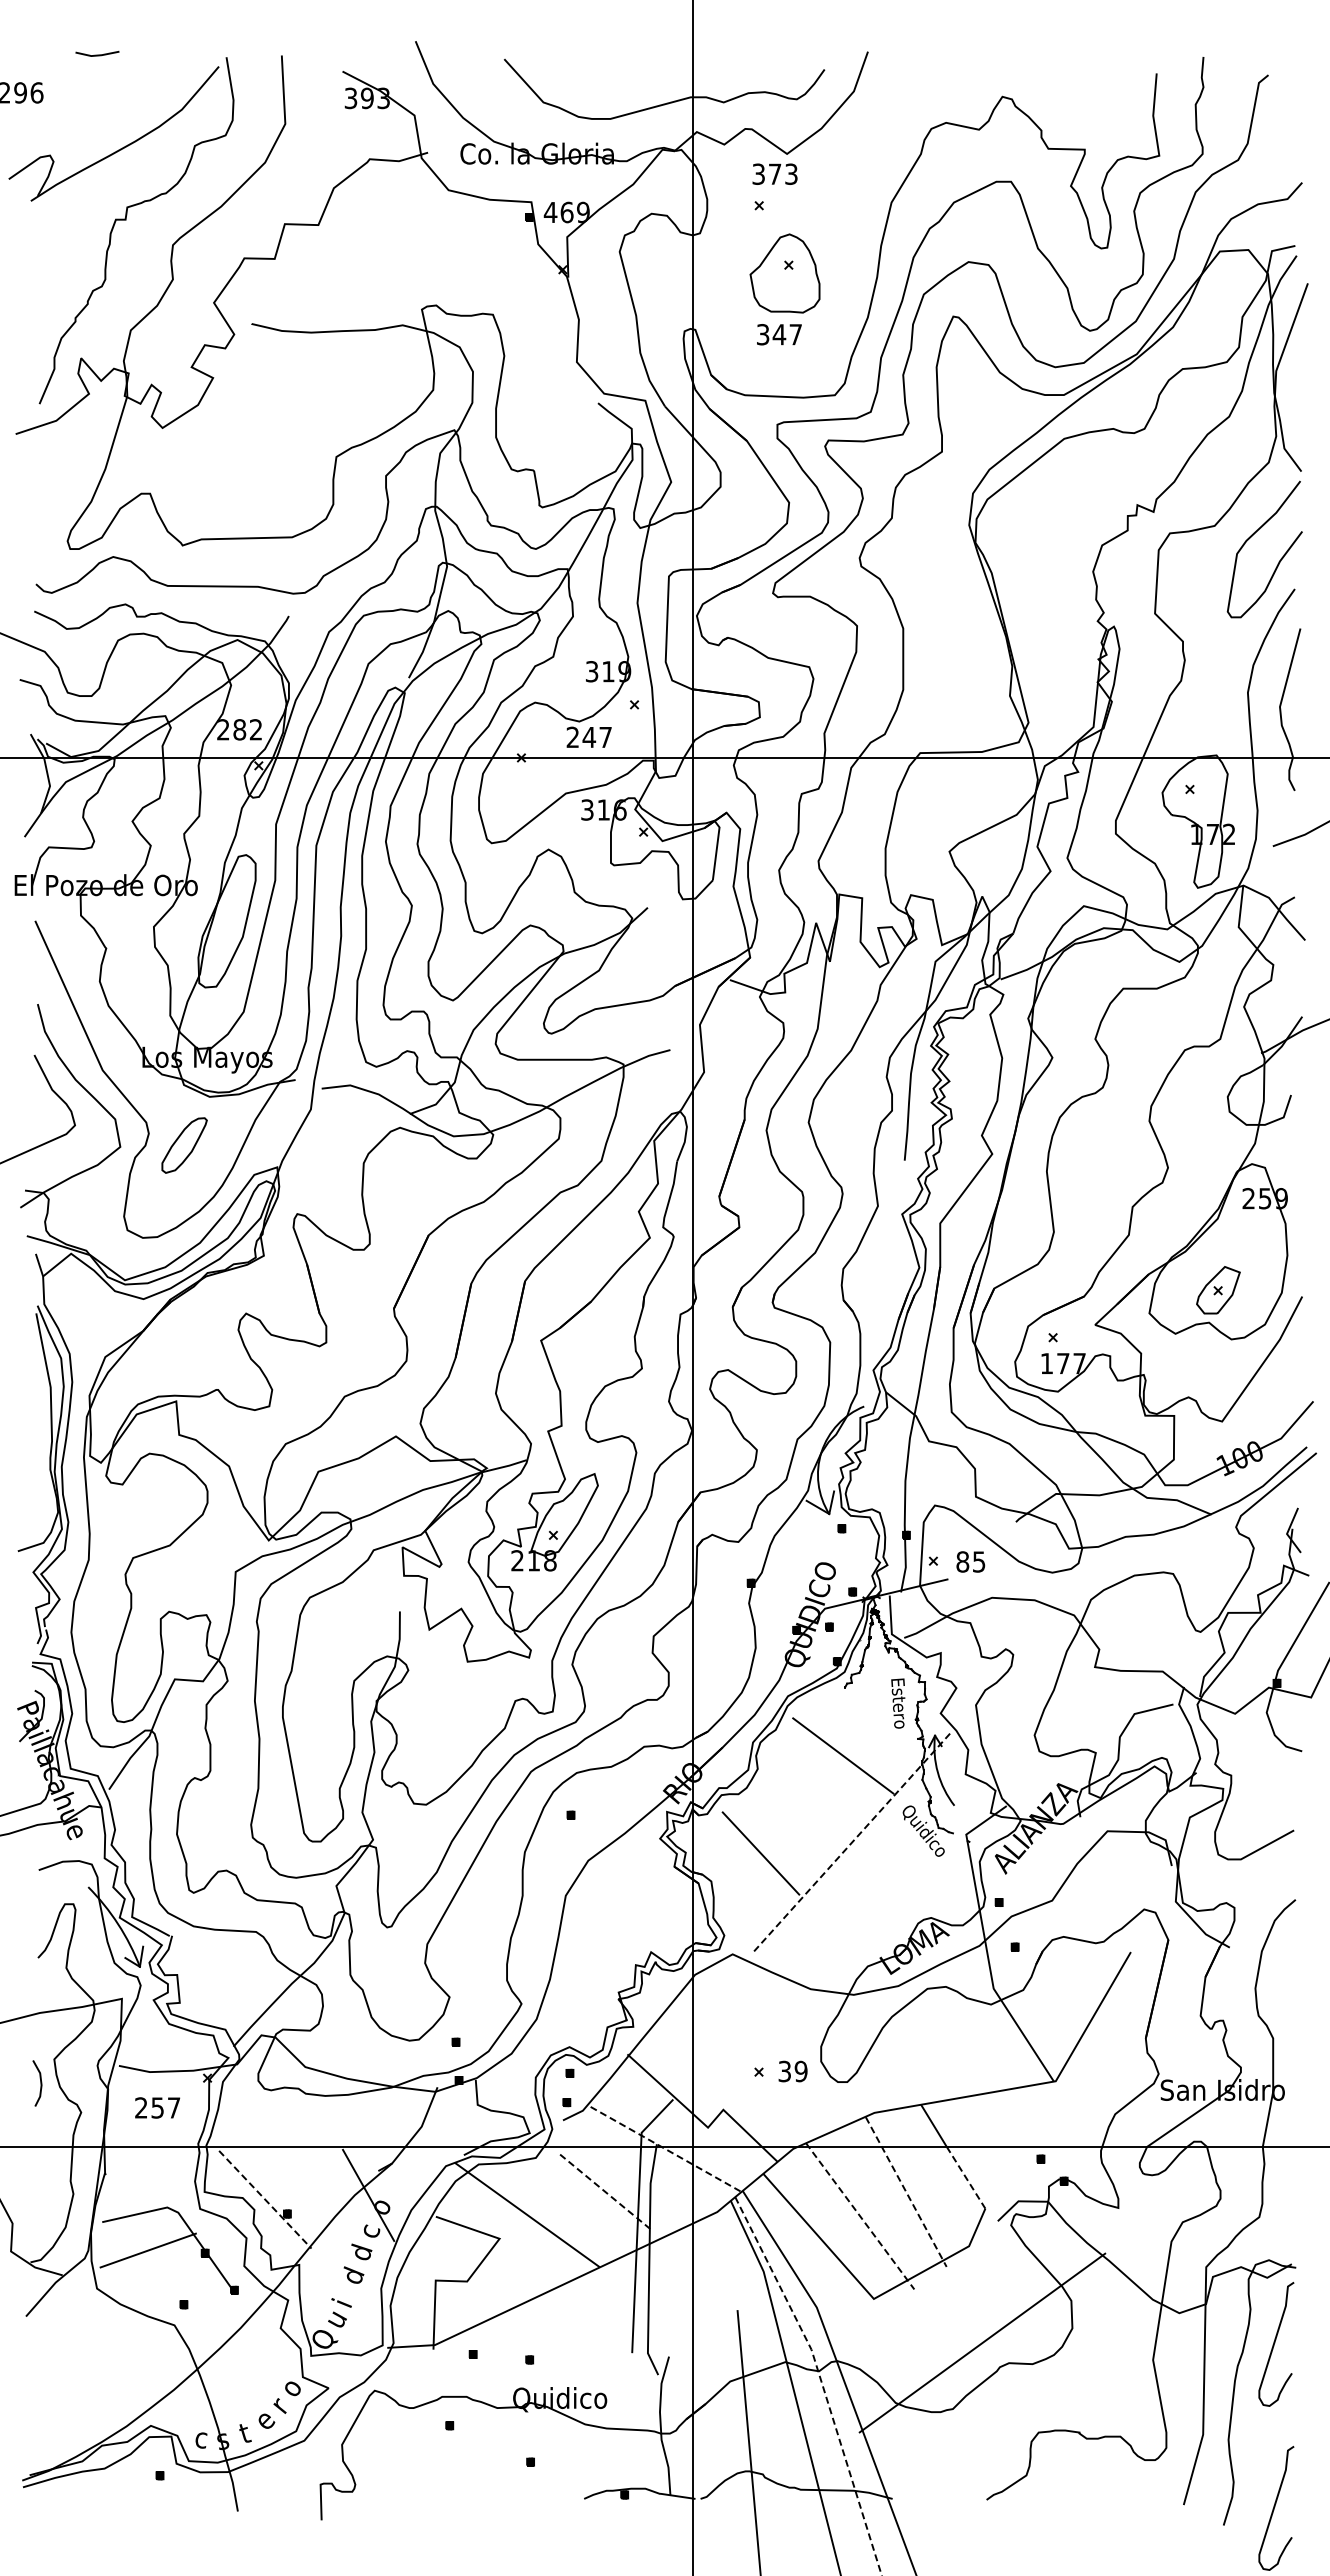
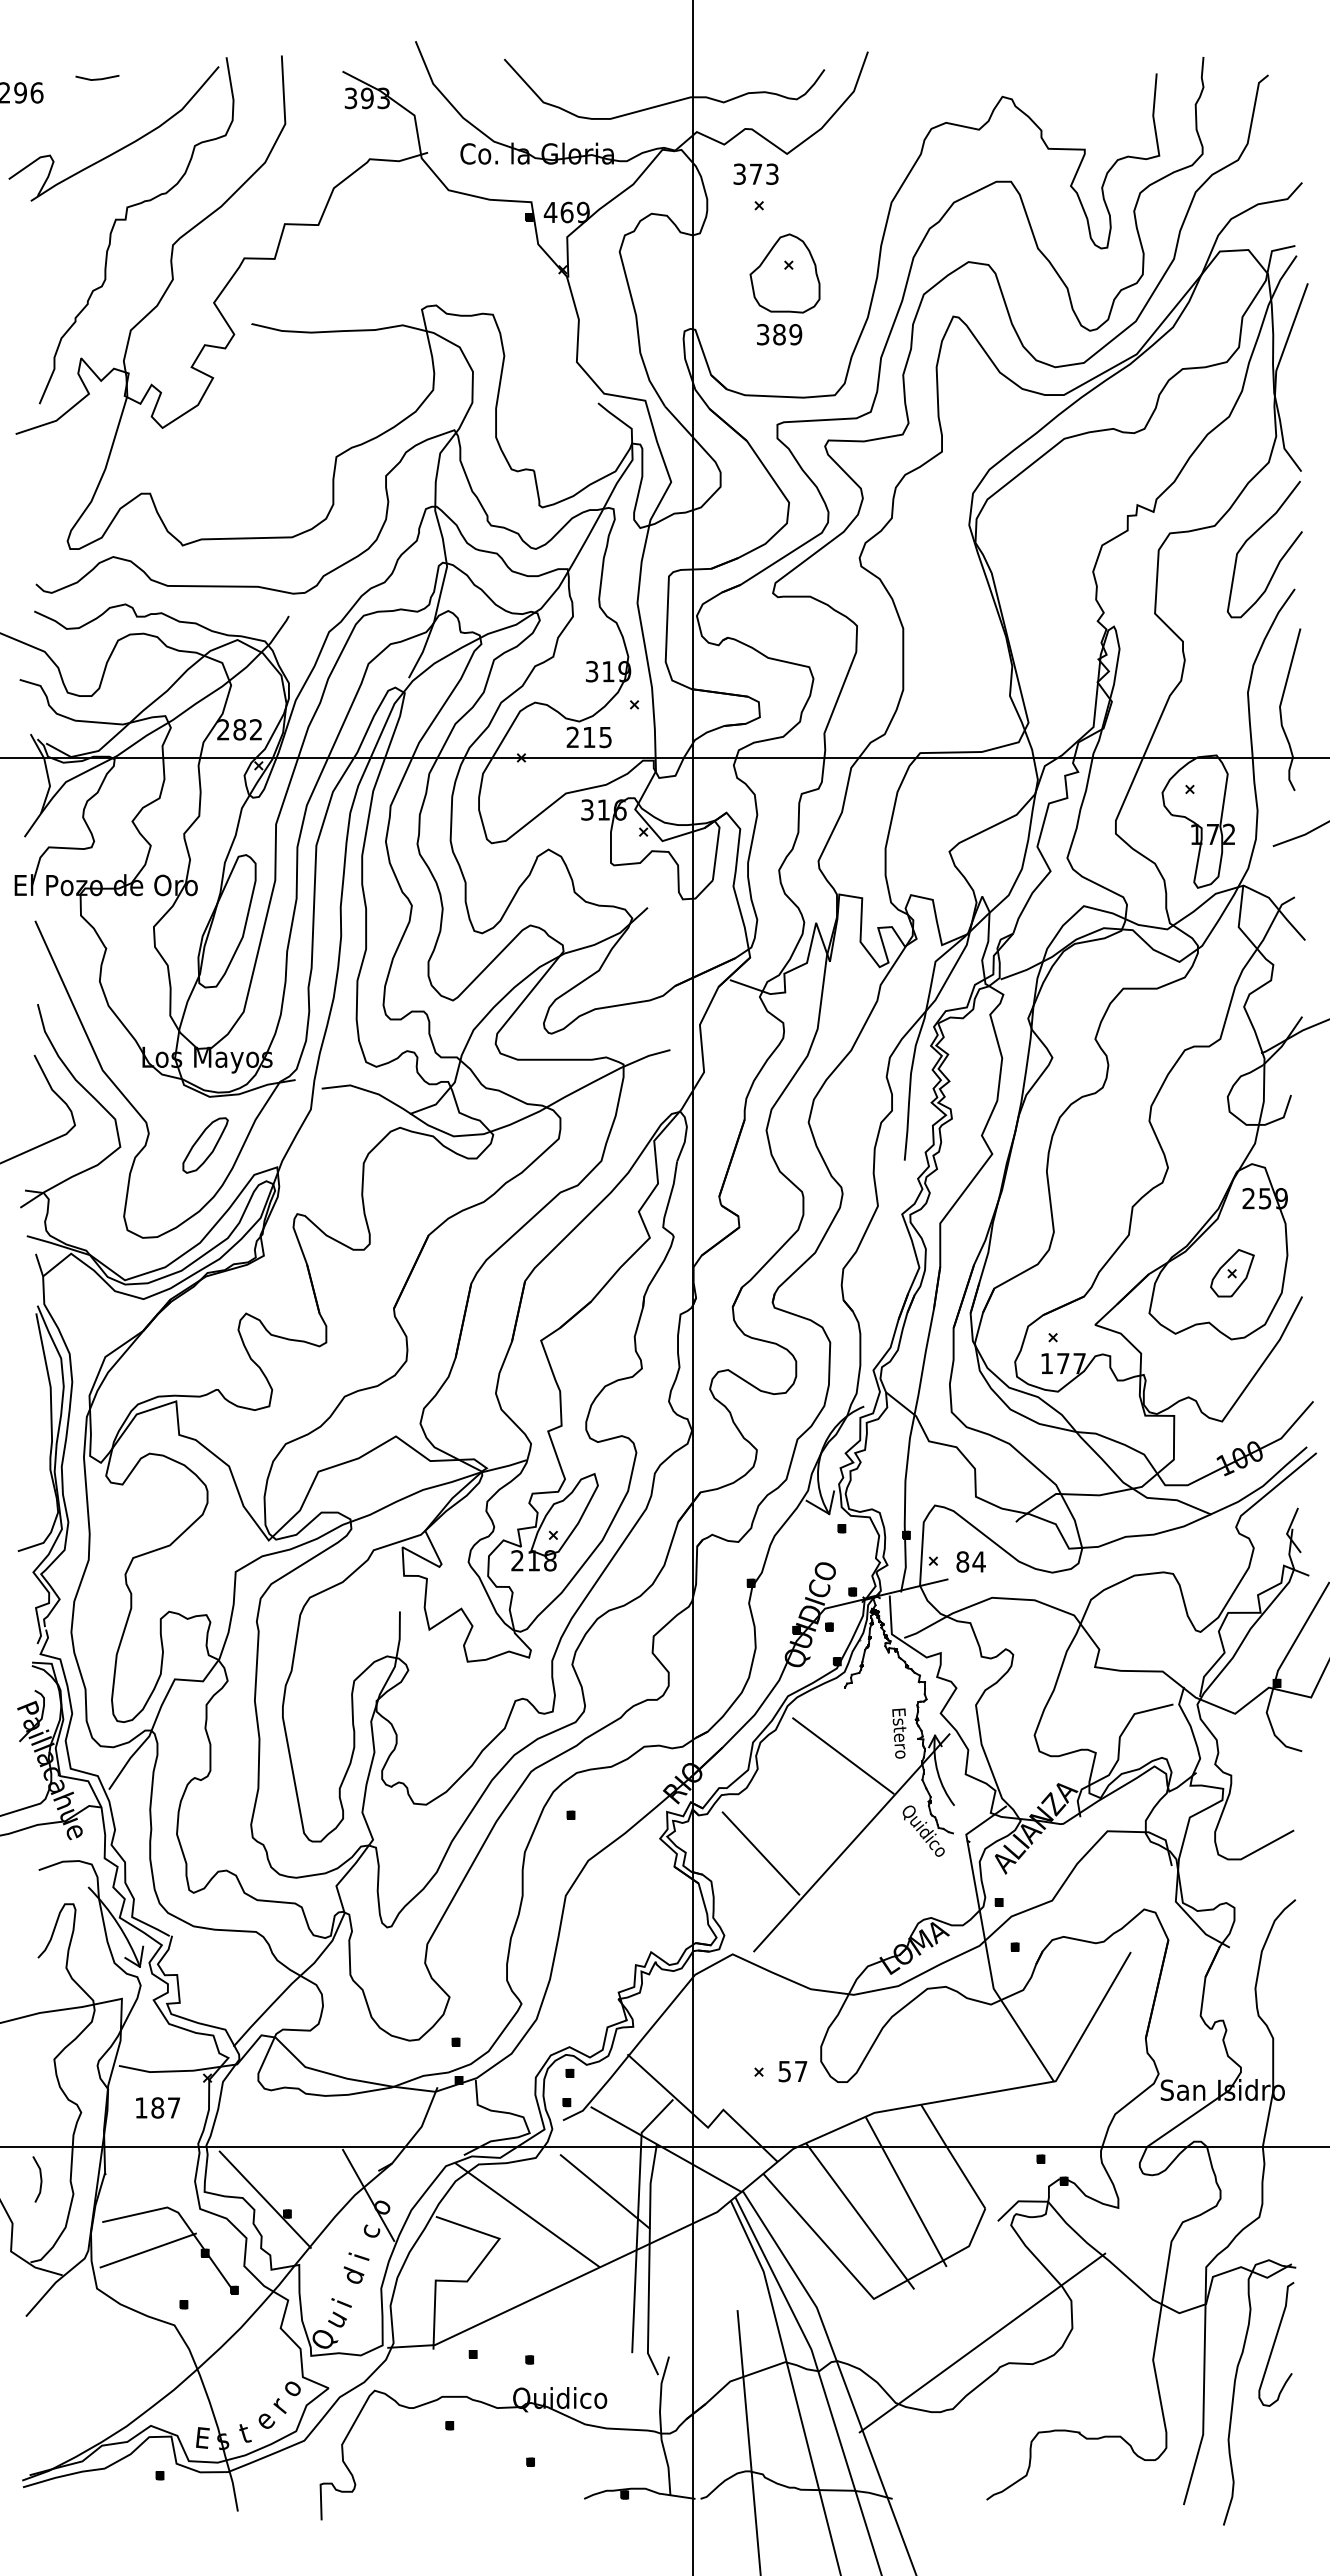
line at (97, 54) position: (97, 54) -> (97, 78)
text at (774, 173) position: (774, 173) -> (755, 173)
text at (787, 334): 347 -> 389
text at (596, 737): 247 -> 215
part at (184, 1145) position: (184, 1145) -> (205, 1145)
part at (1218, 1290) position: (1218, 1290) -> (1232, 1273)
text at (978, 1561): 85 -> 84
text at (898, 1703) position: (898, 1703) -> (899, 1733)
line at (851, 1842): dashed -> solid
text at (793, 2071): 39 -> 57
line at (40, 2083) position: (40, 2083) -> (40, 2179)
text at (149, 2107): 257 -> 187
line at (667, 2149): dashed -> solid
line at (966, 2178): dashed -> solid
line at (605, 2192): dashed -> solid
line at (906, 2192): dashed -> solid
line at (265, 2200): dashed -> solid
line at (860, 2216): dashed -> solid
text at (360, 2251): d -> i
line at (821, 2381): dashed -> solid
text at (202, 2437): c -> E
curve at (1275, 2507): present -> none
